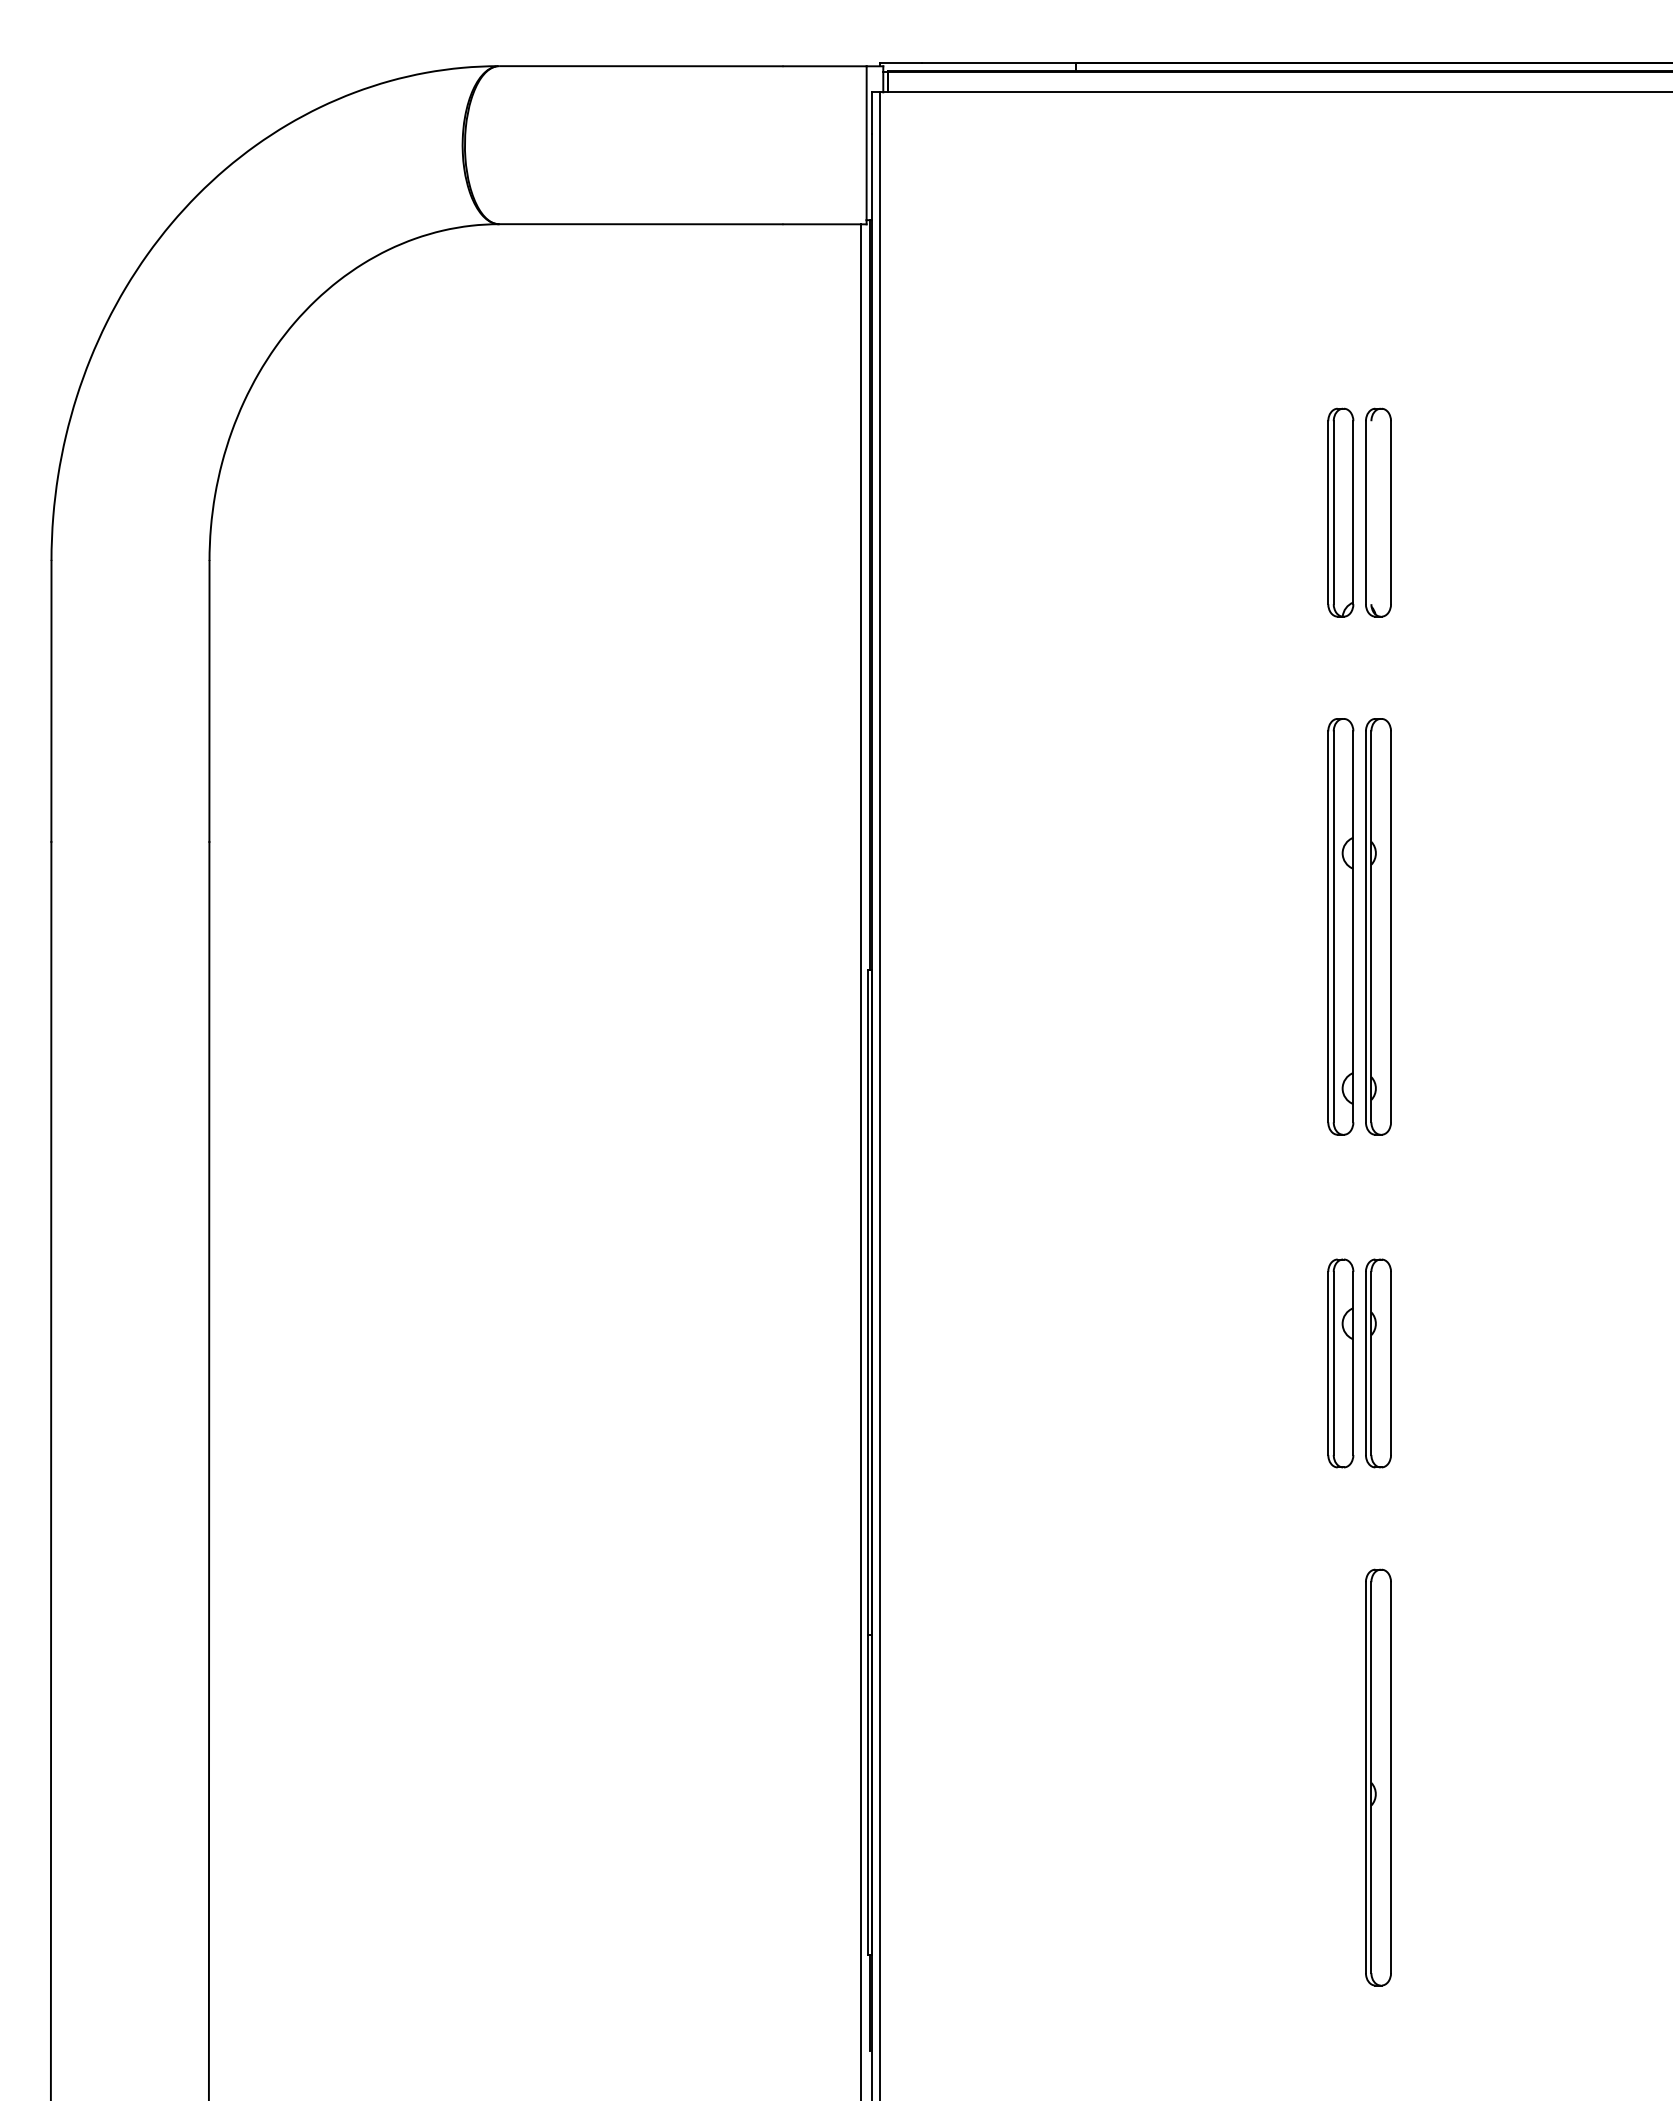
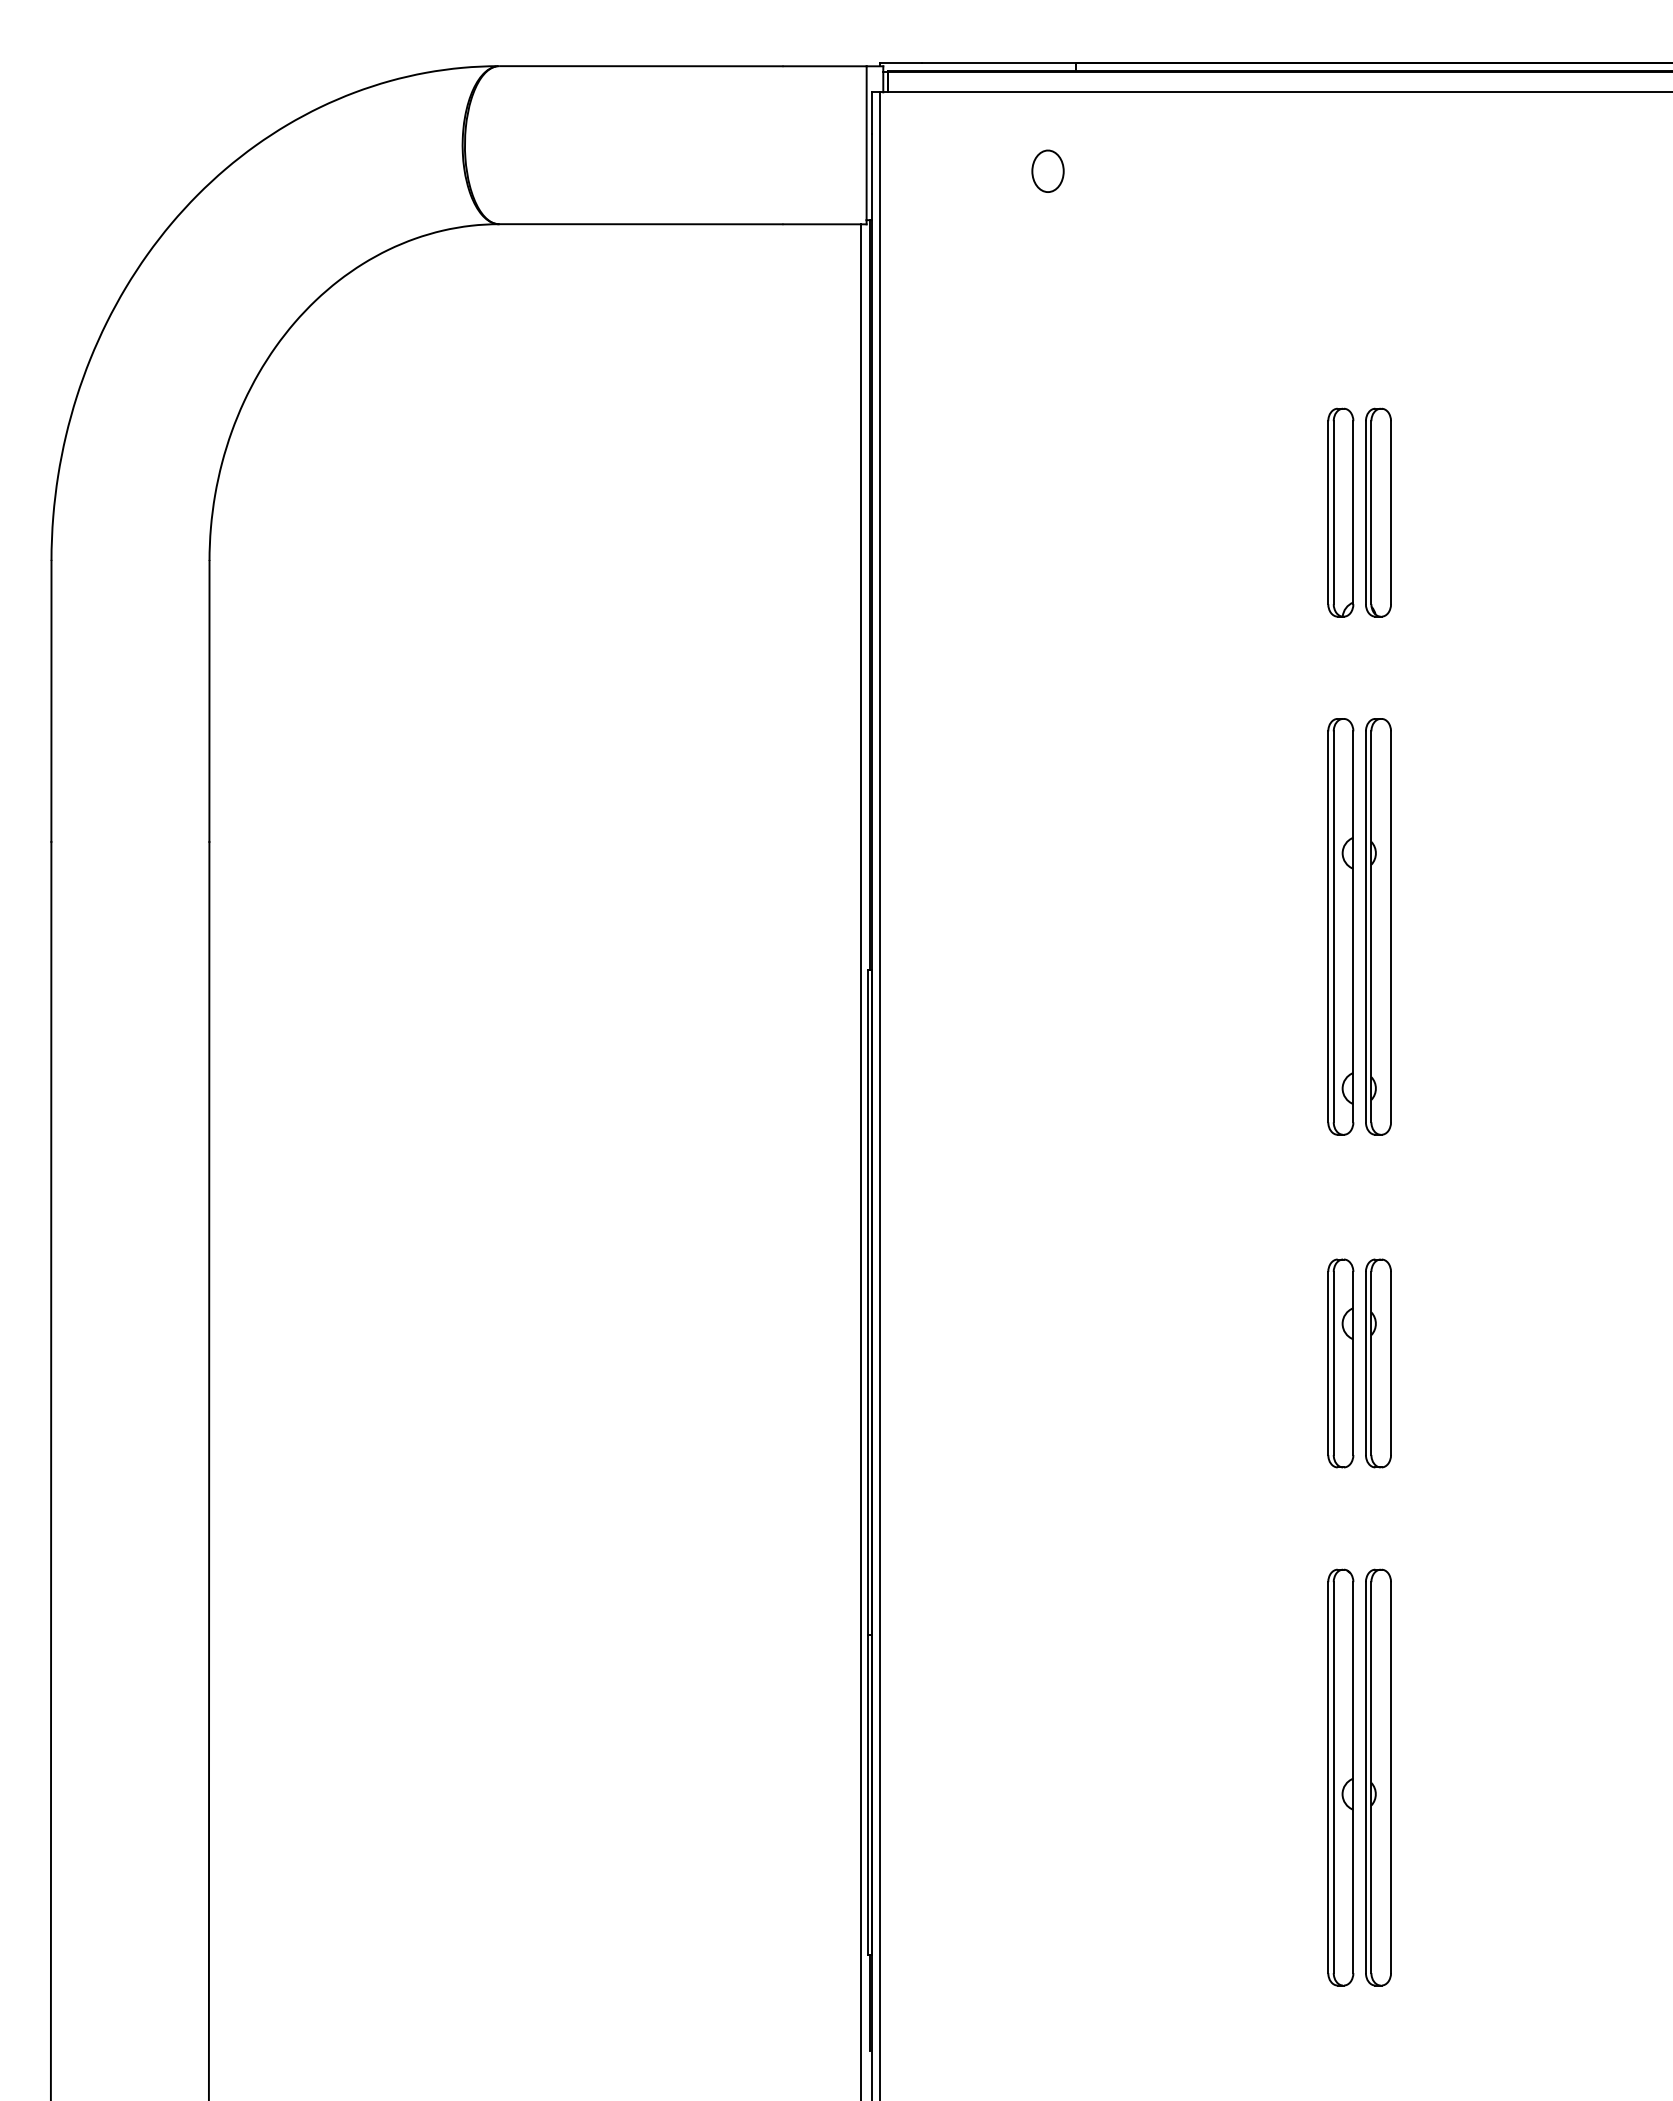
part at (1047, 170): none -> present
line at (1371, 512): none -> present
part at (1340, 1777): none -> present
